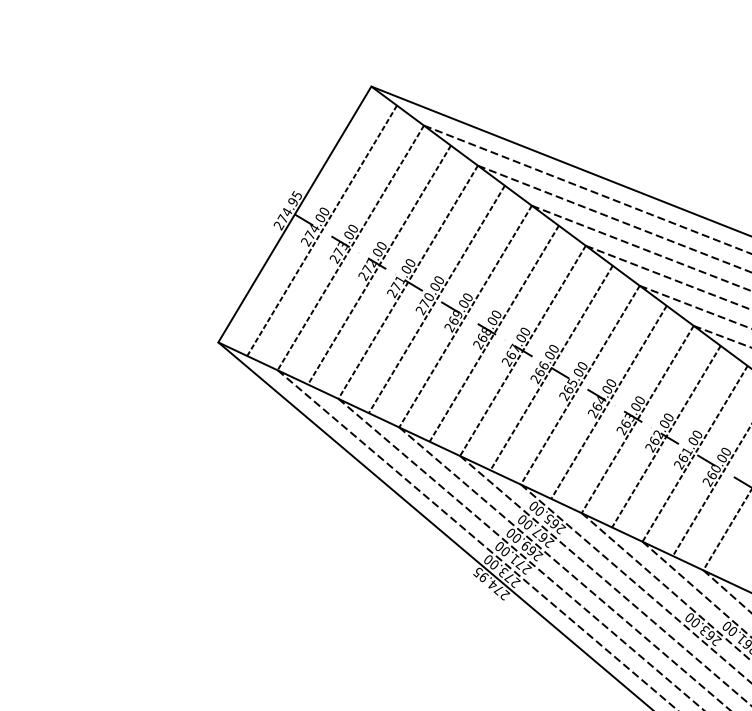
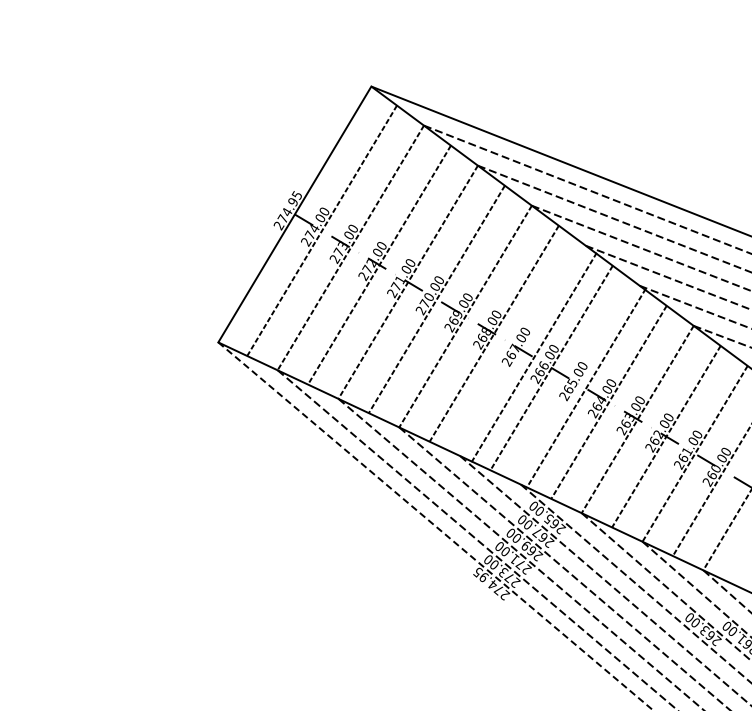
line at (522, 350) position: (522, 350) -> (533, 357)
line at (579, 384) position: (579, 384) -> (585, 387)
line at (436, 526): solid -> dashed
